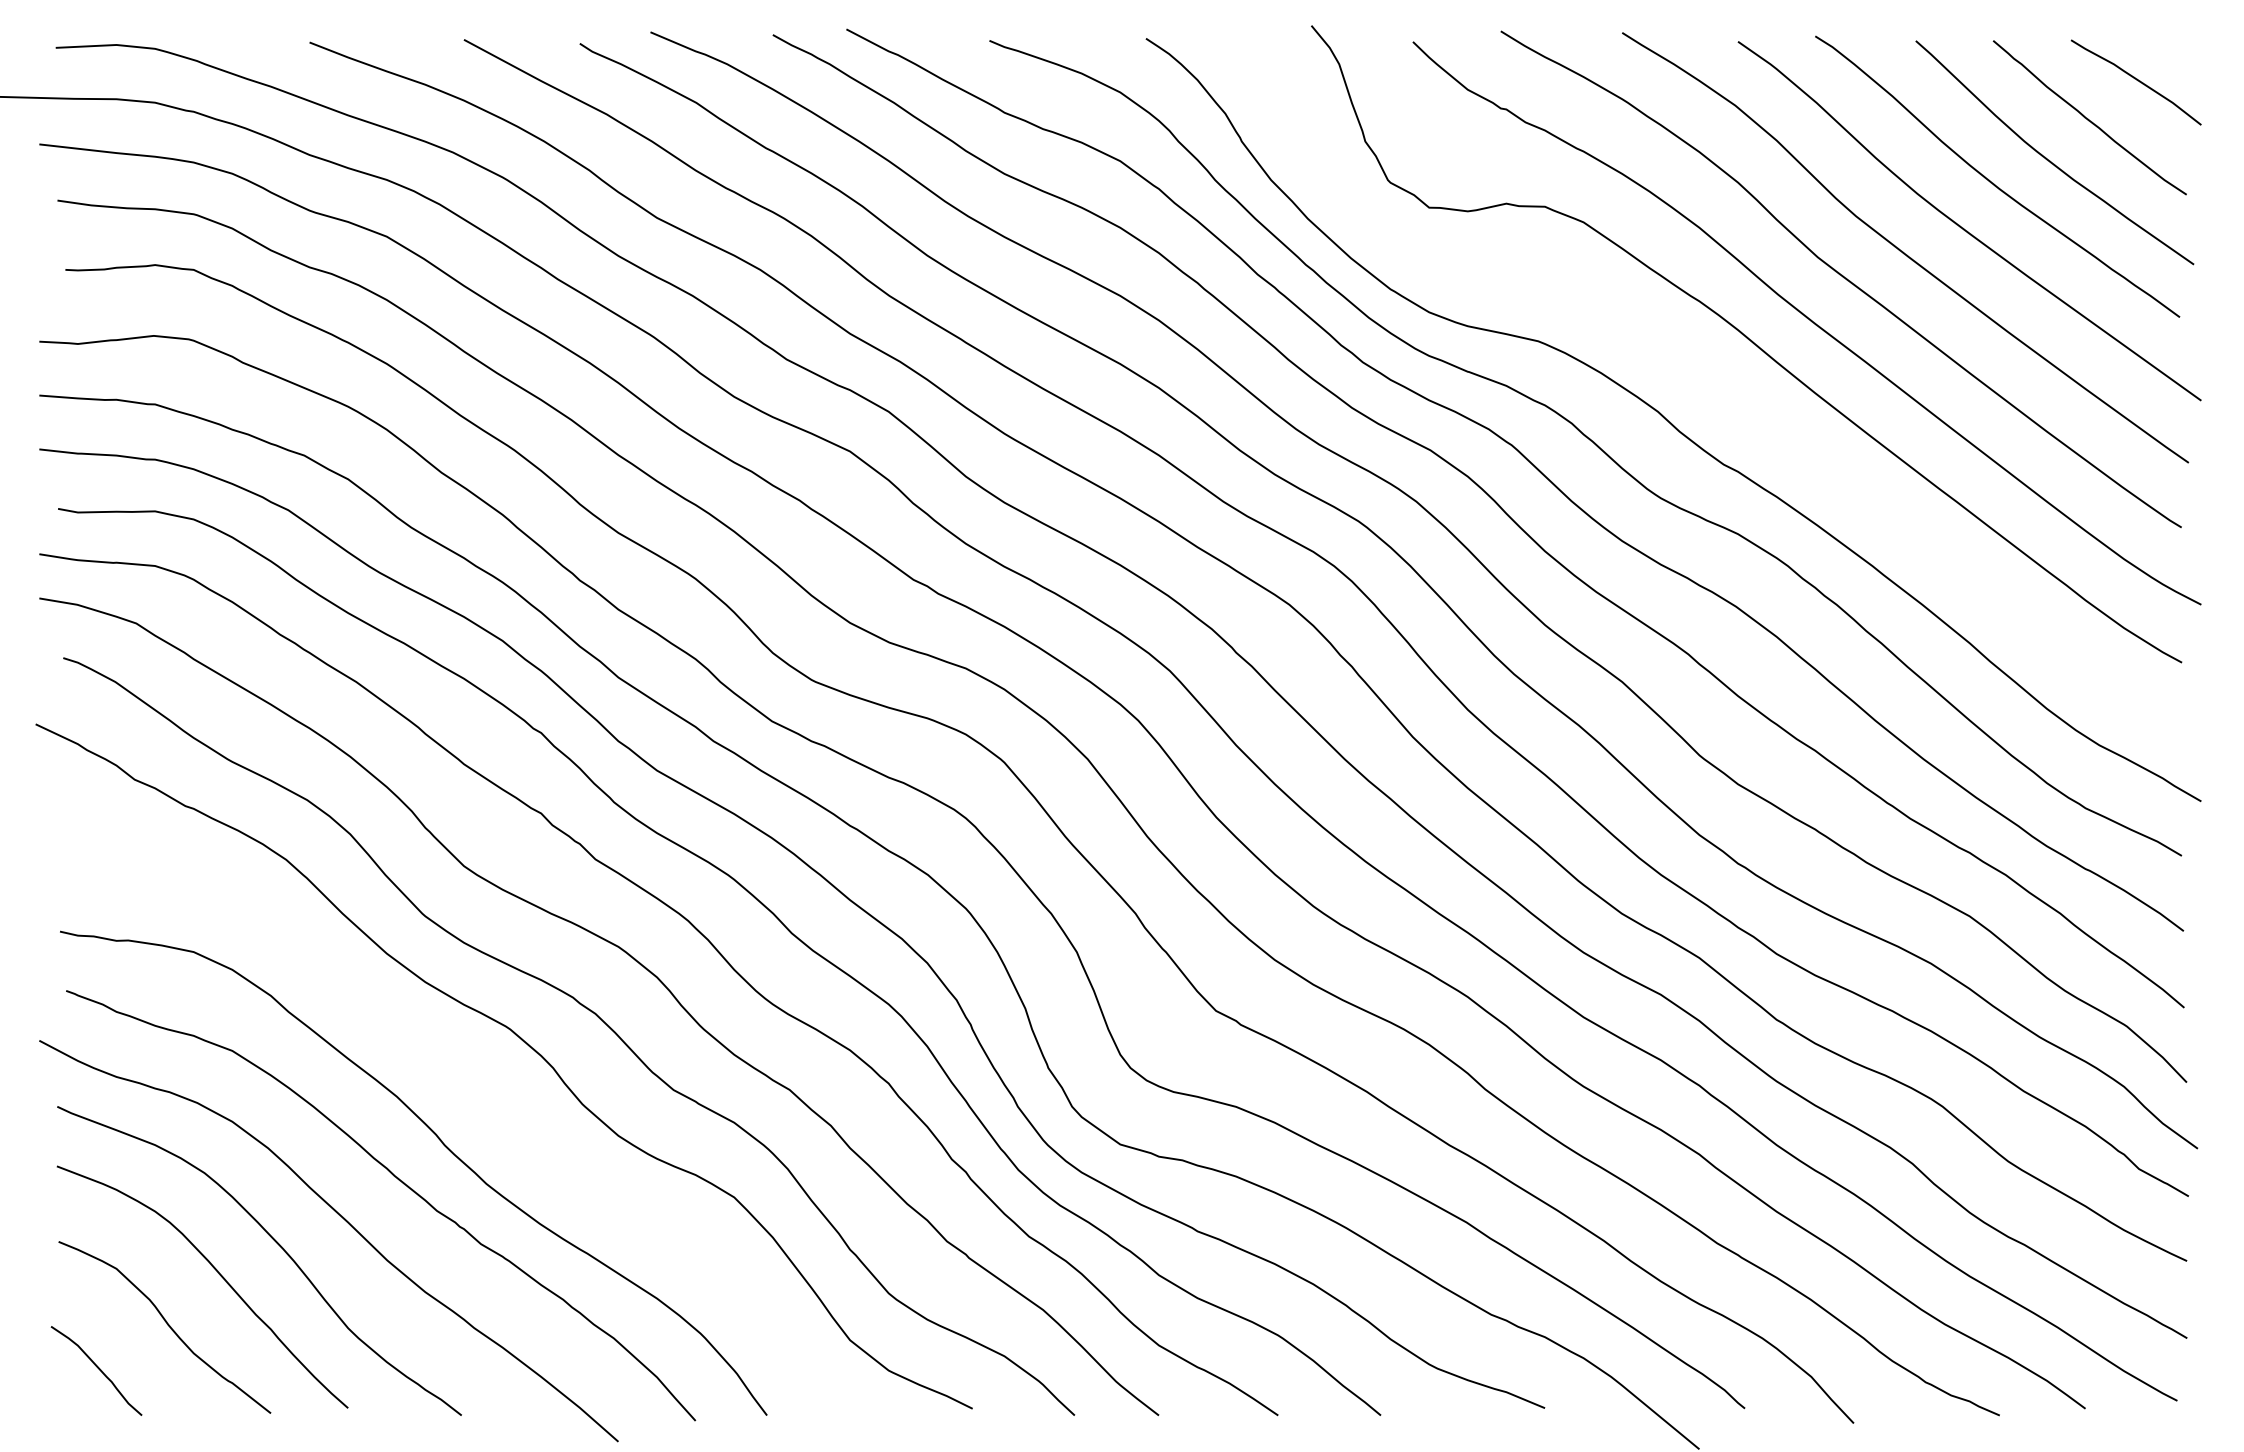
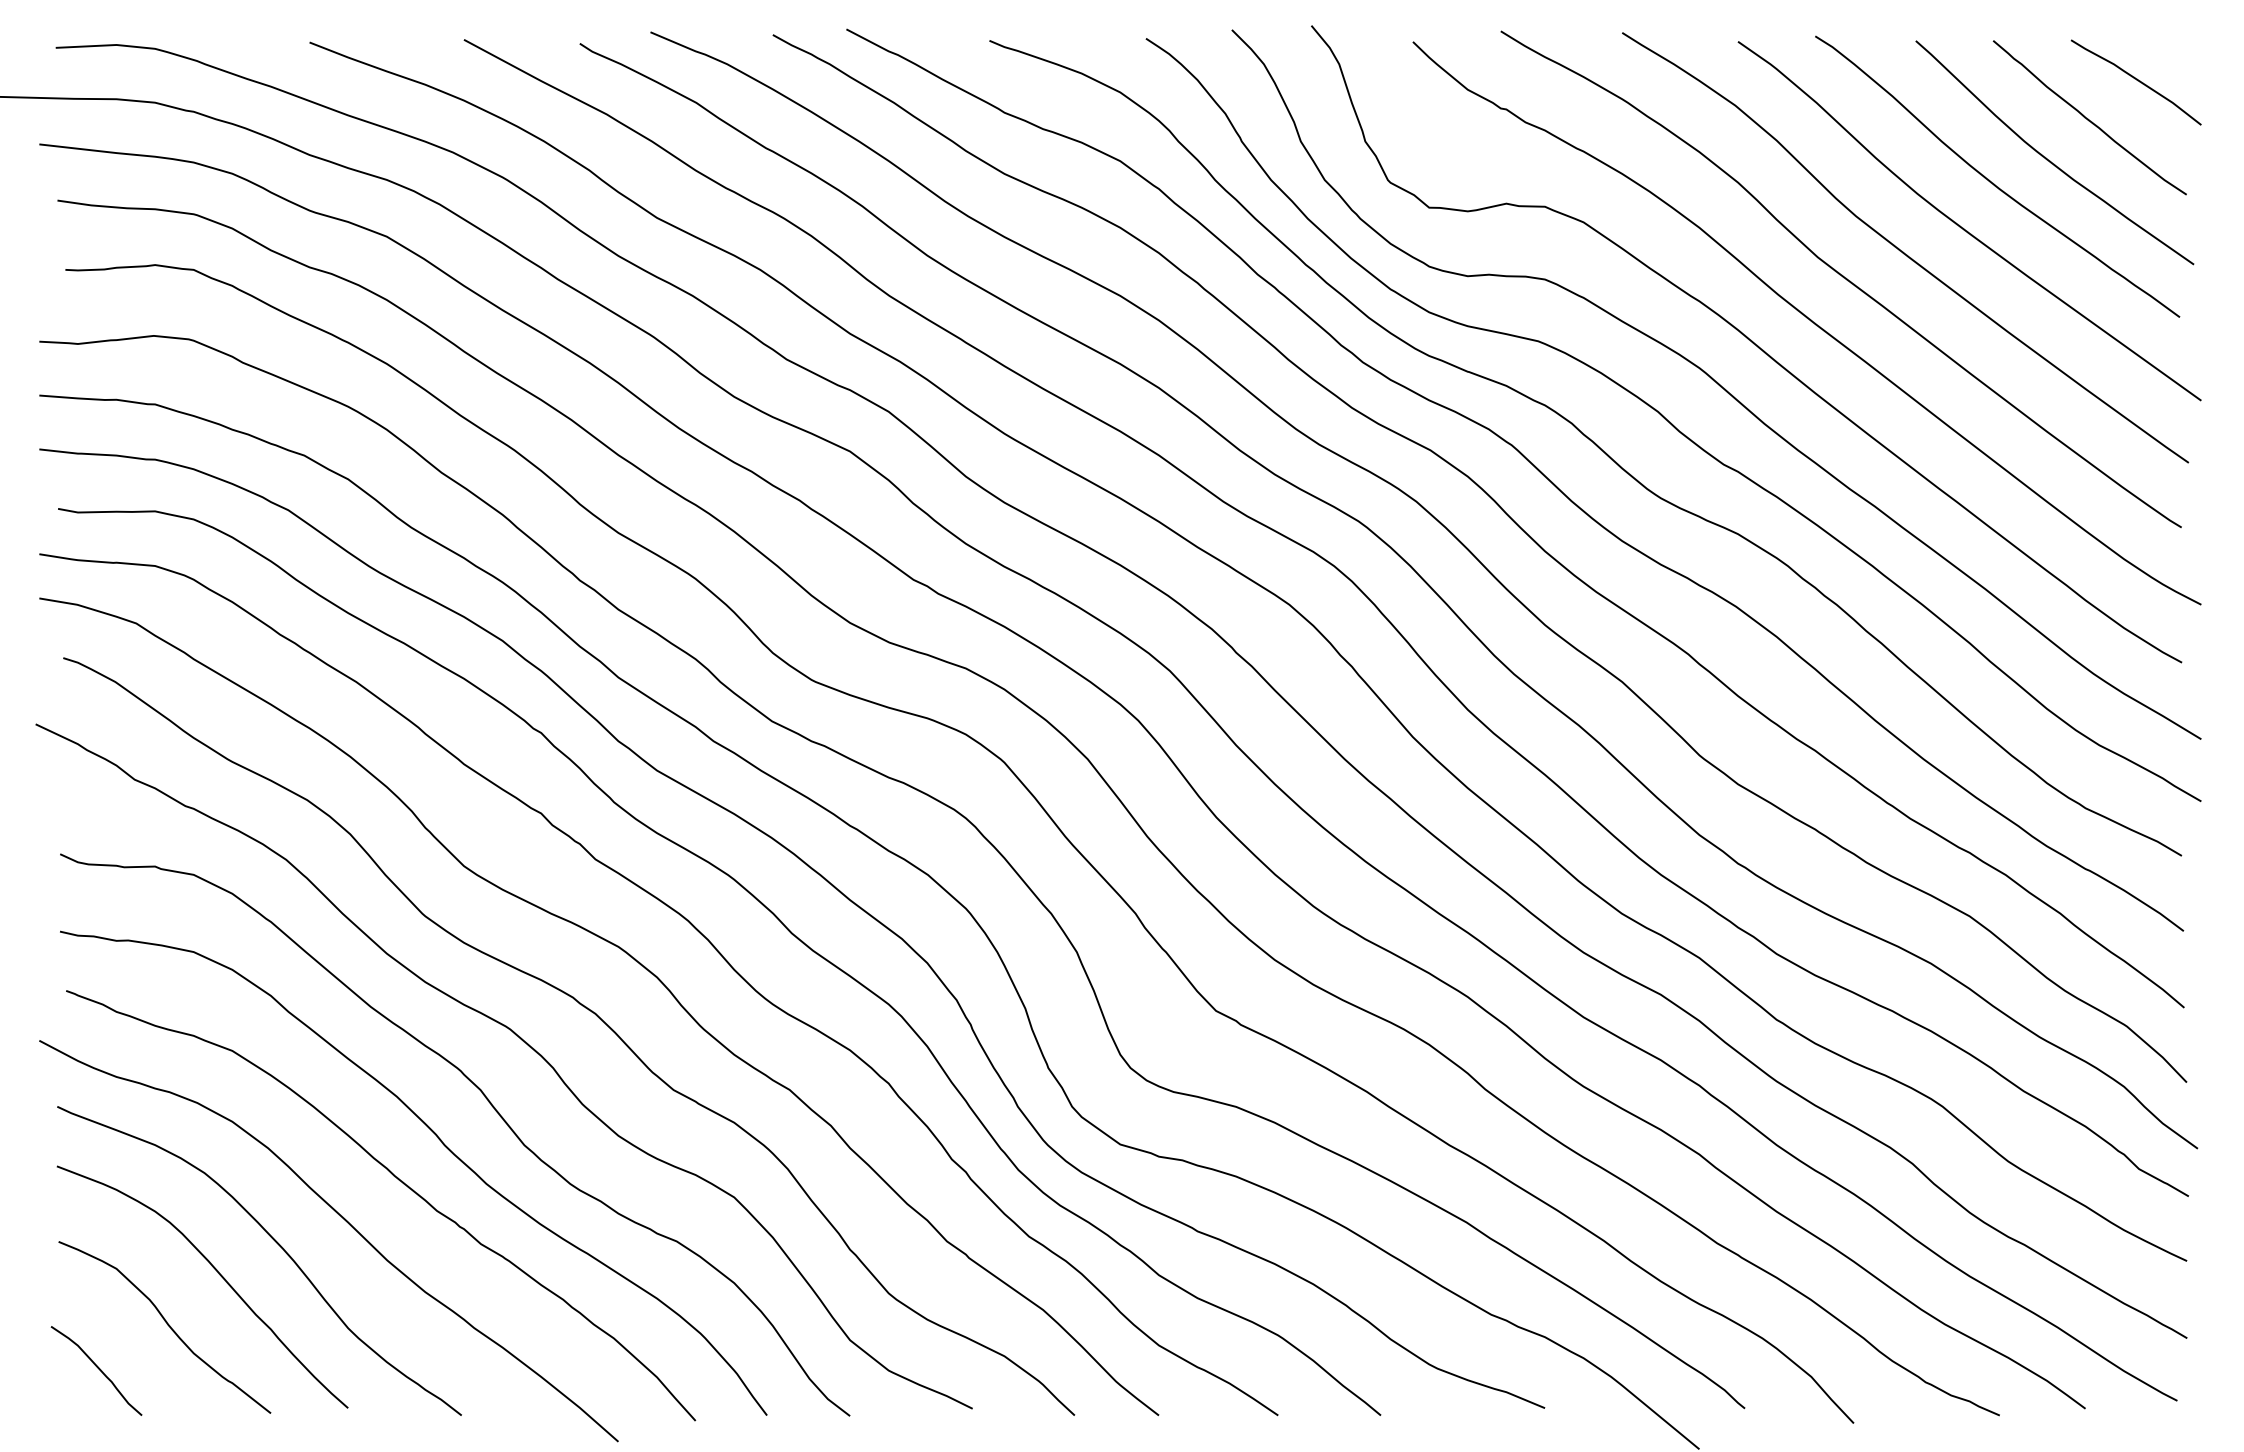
curve at (1716, 383): none -> present
curve at (491, 1106): none -> present
